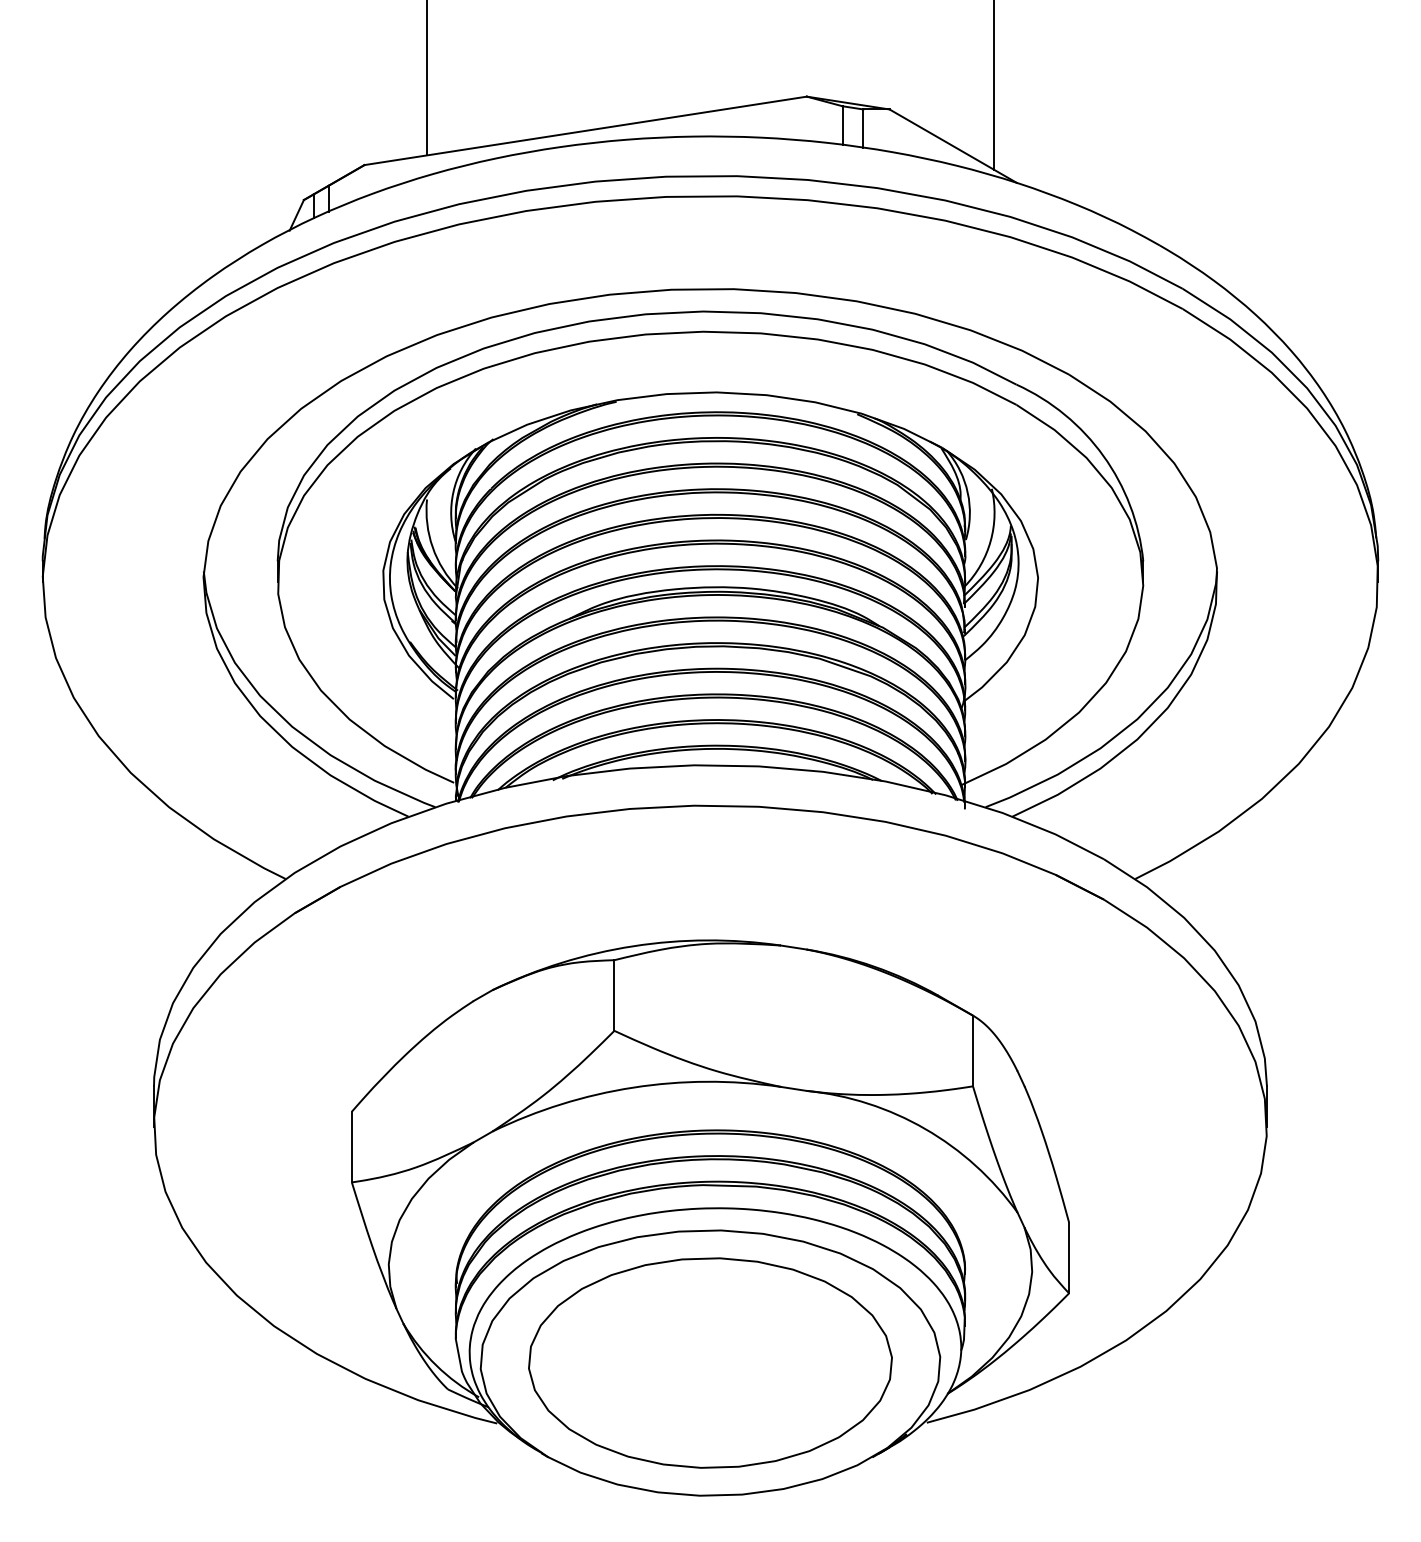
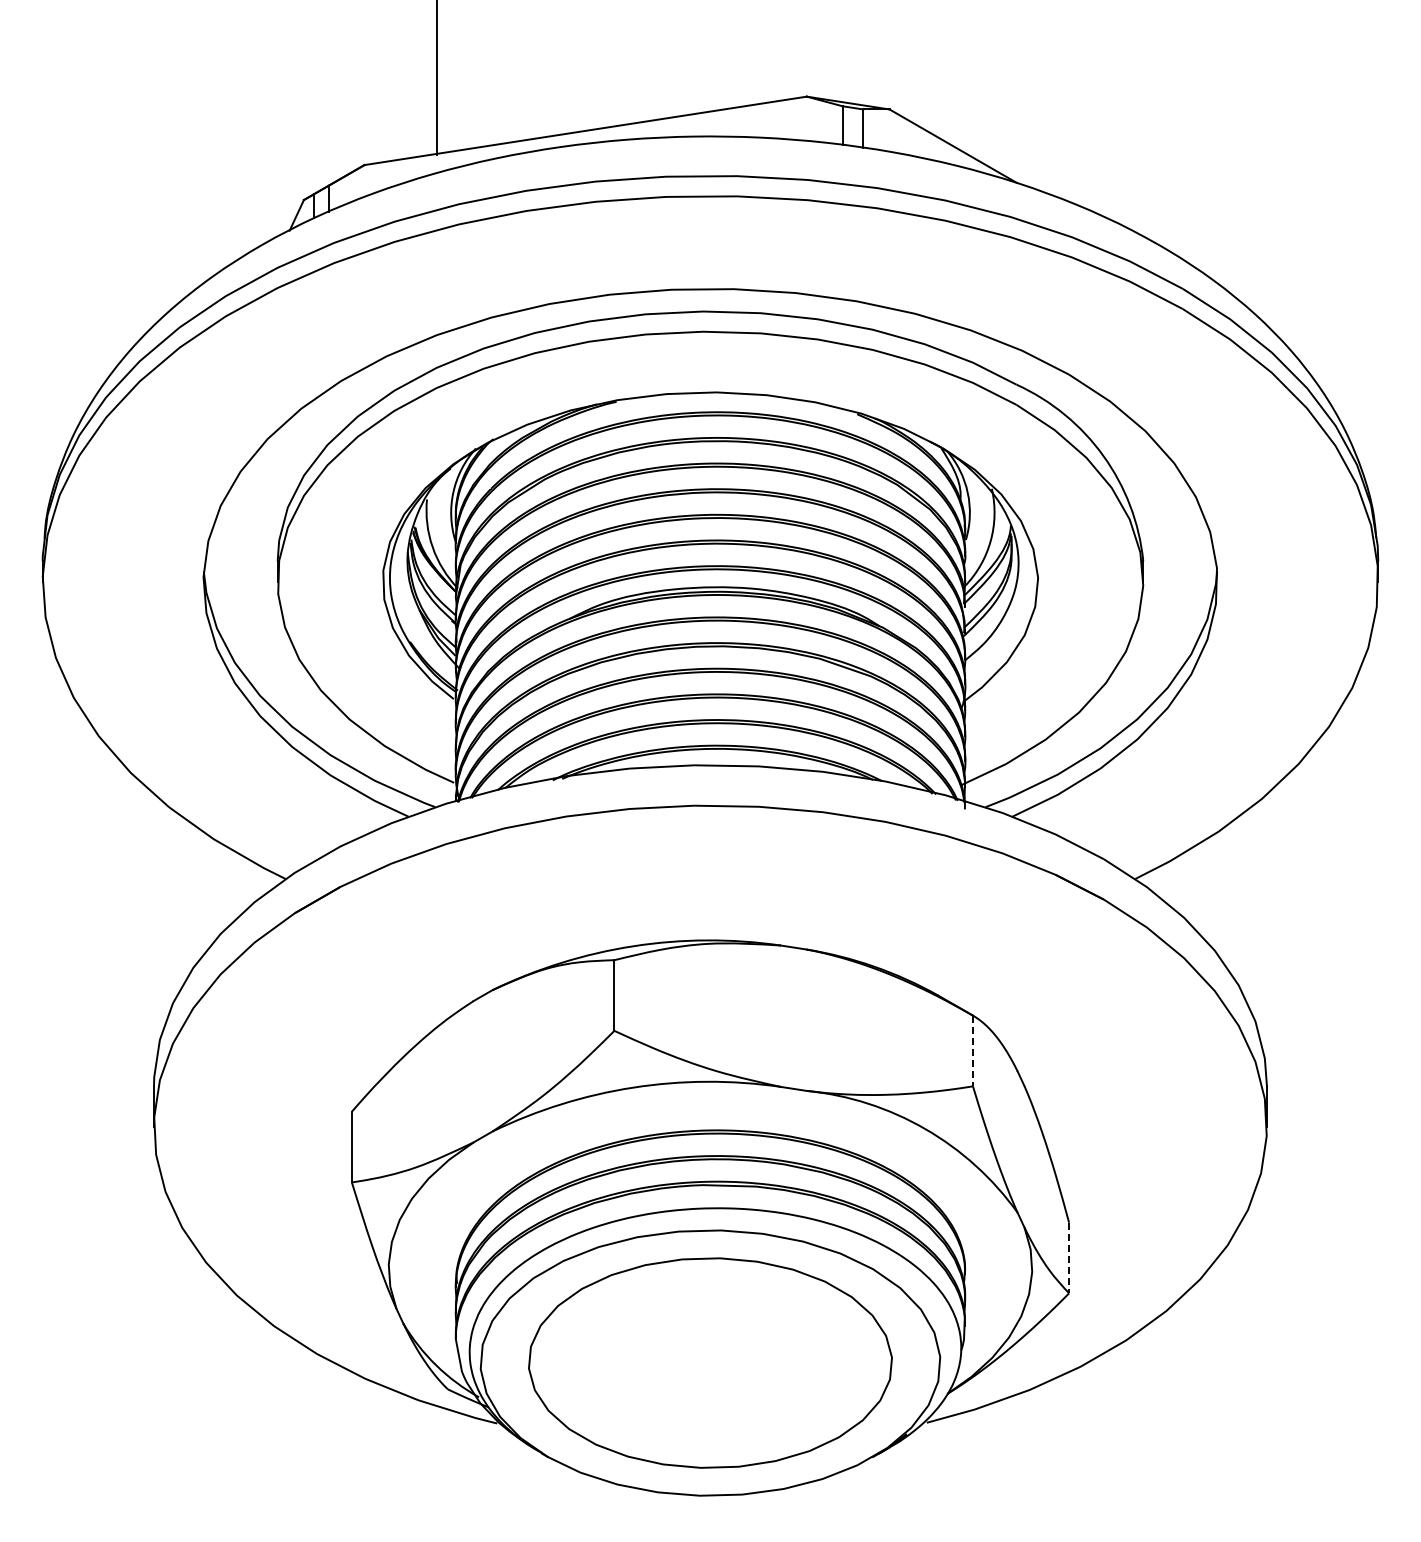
line at (427, 78) position: (427, 78) -> (437, 78)
line at (993, 85): present -> none
line at (973, 1051): solid -> dashed
line at (1069, 1258): solid -> dashed
